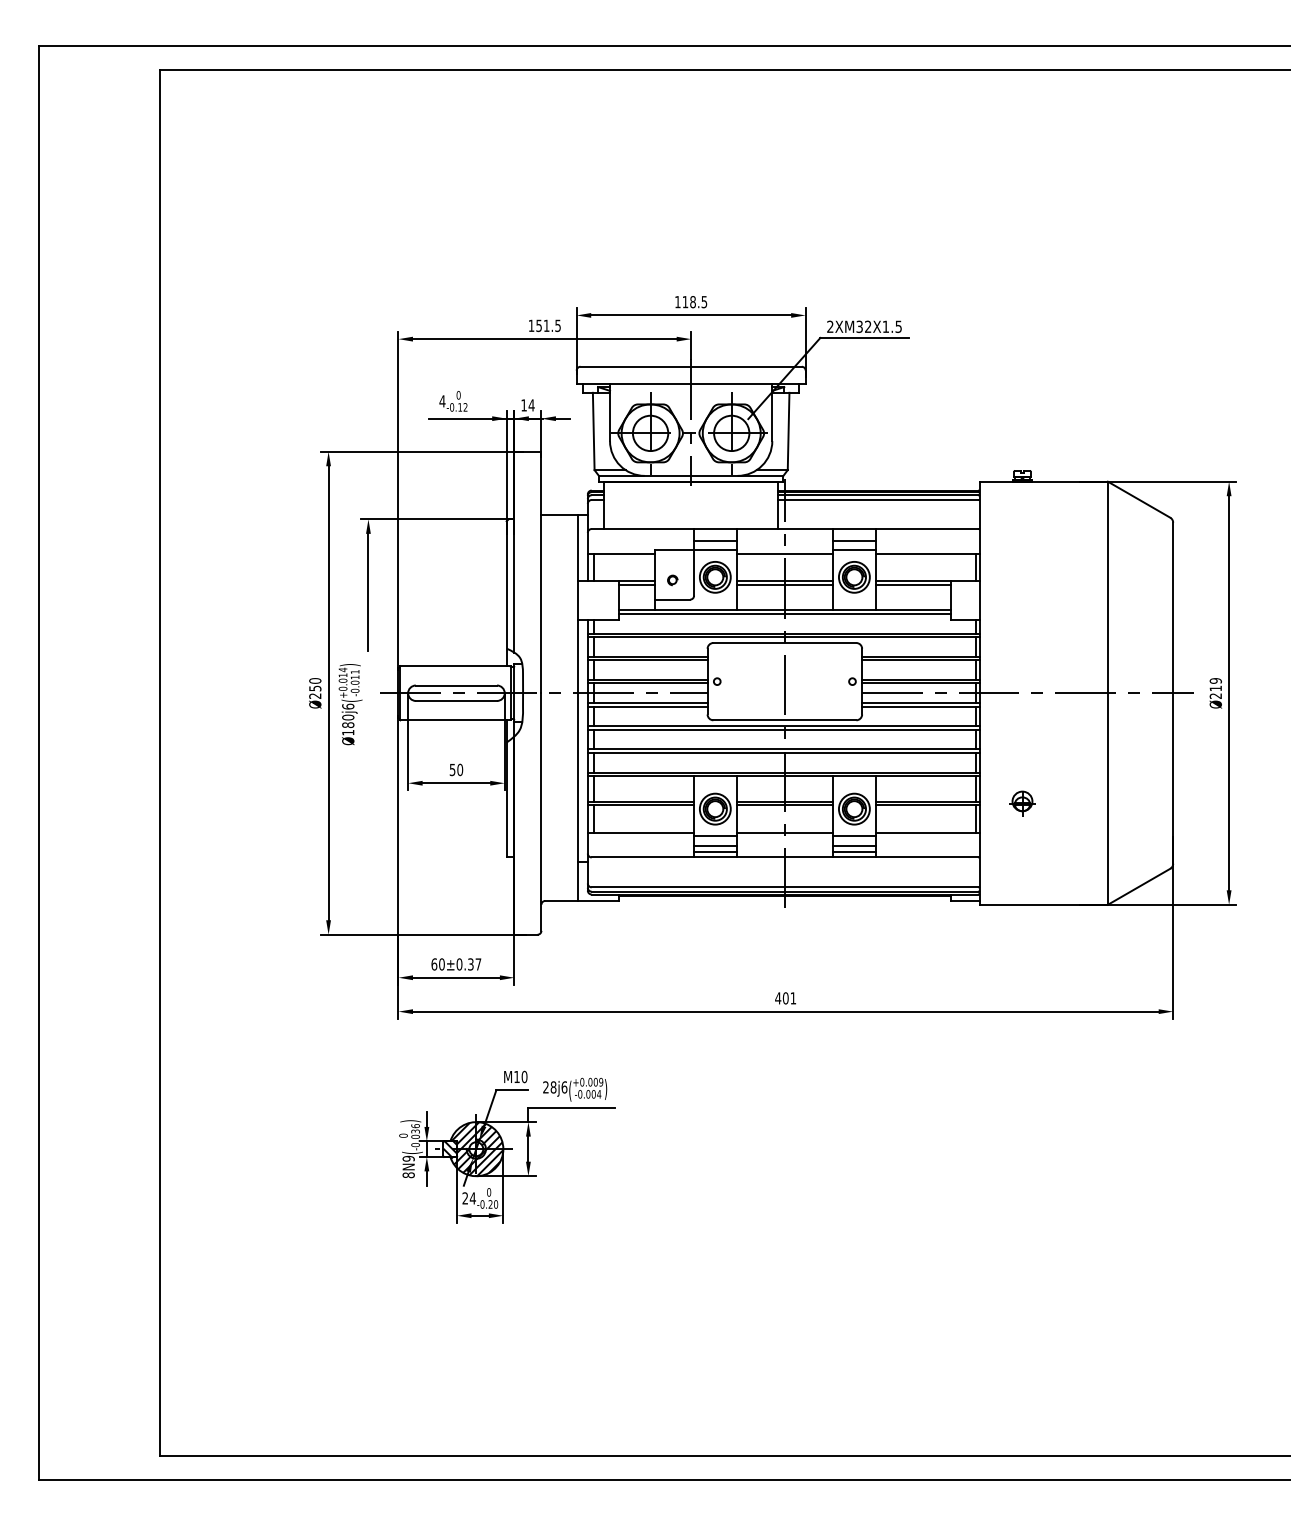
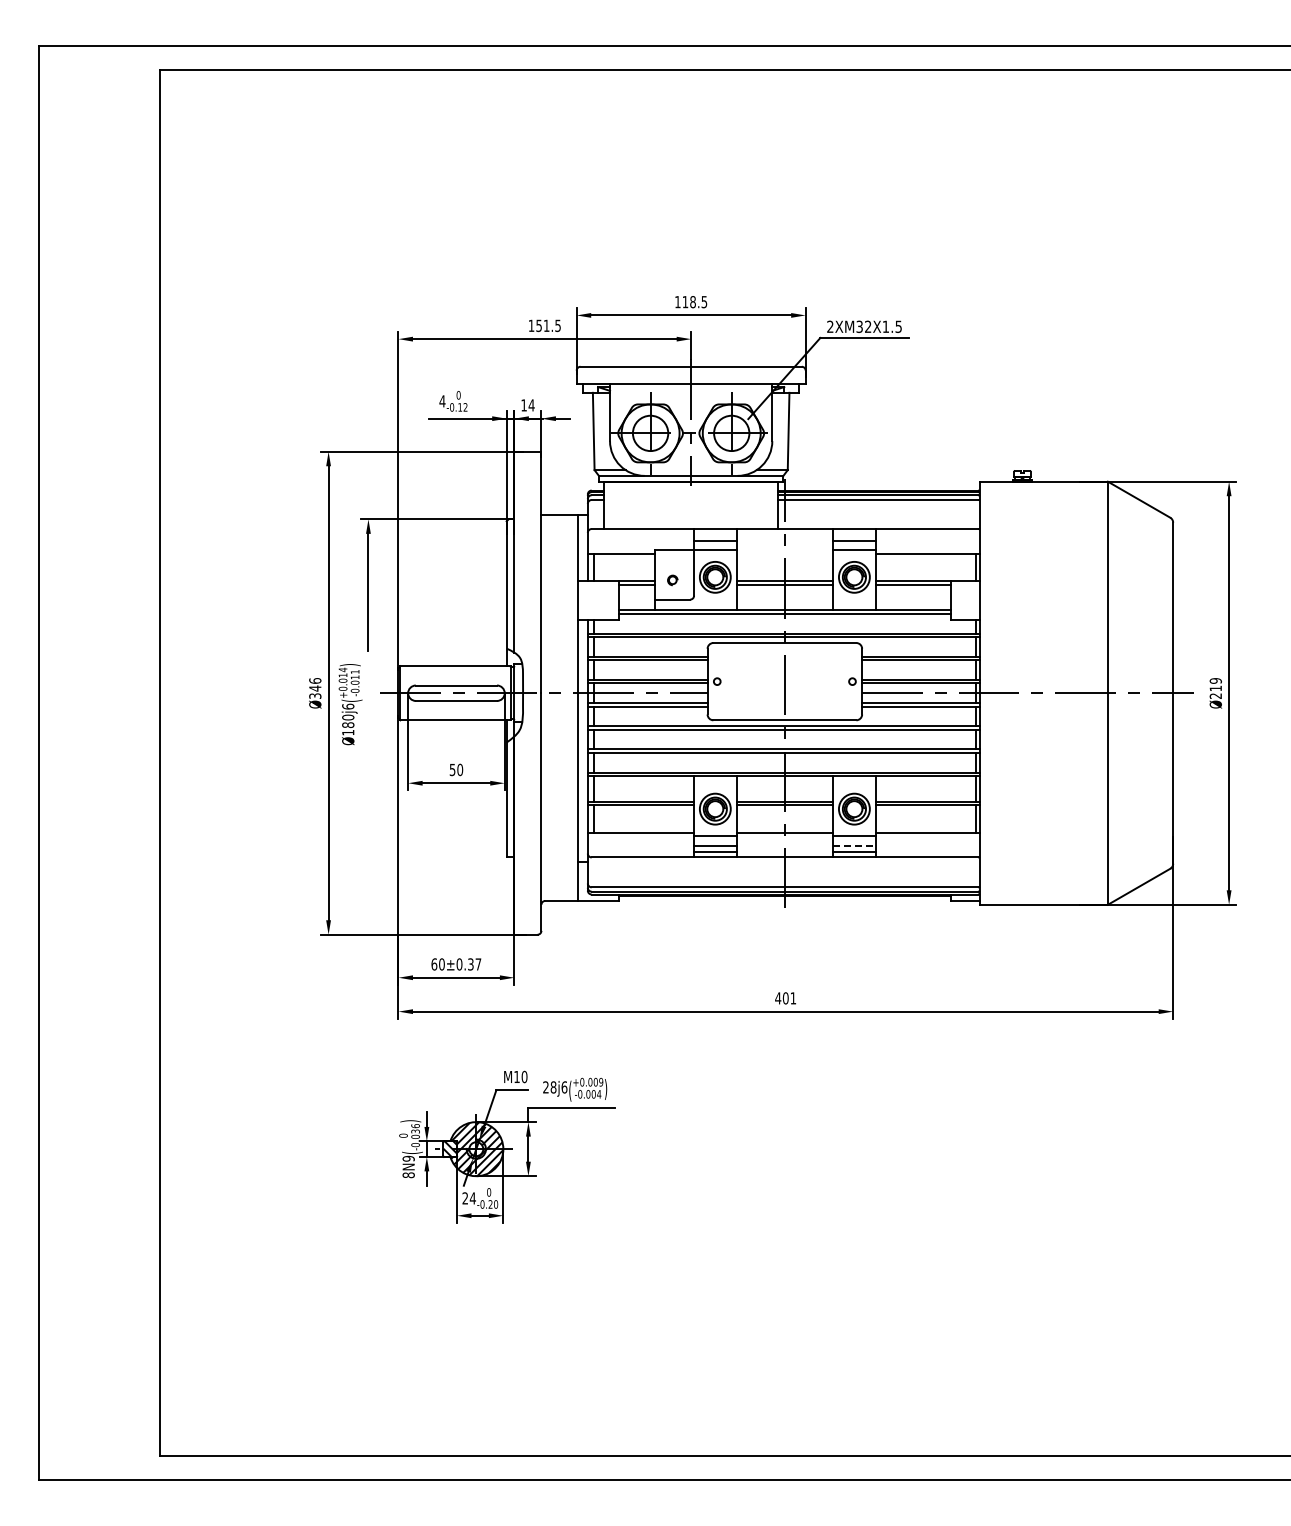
line at (784, 553): present -> none
text at (315, 688): Ø250 -> Ø346
part at (1022, 803): present -> none
line at (854, 845): solid -> dashed
